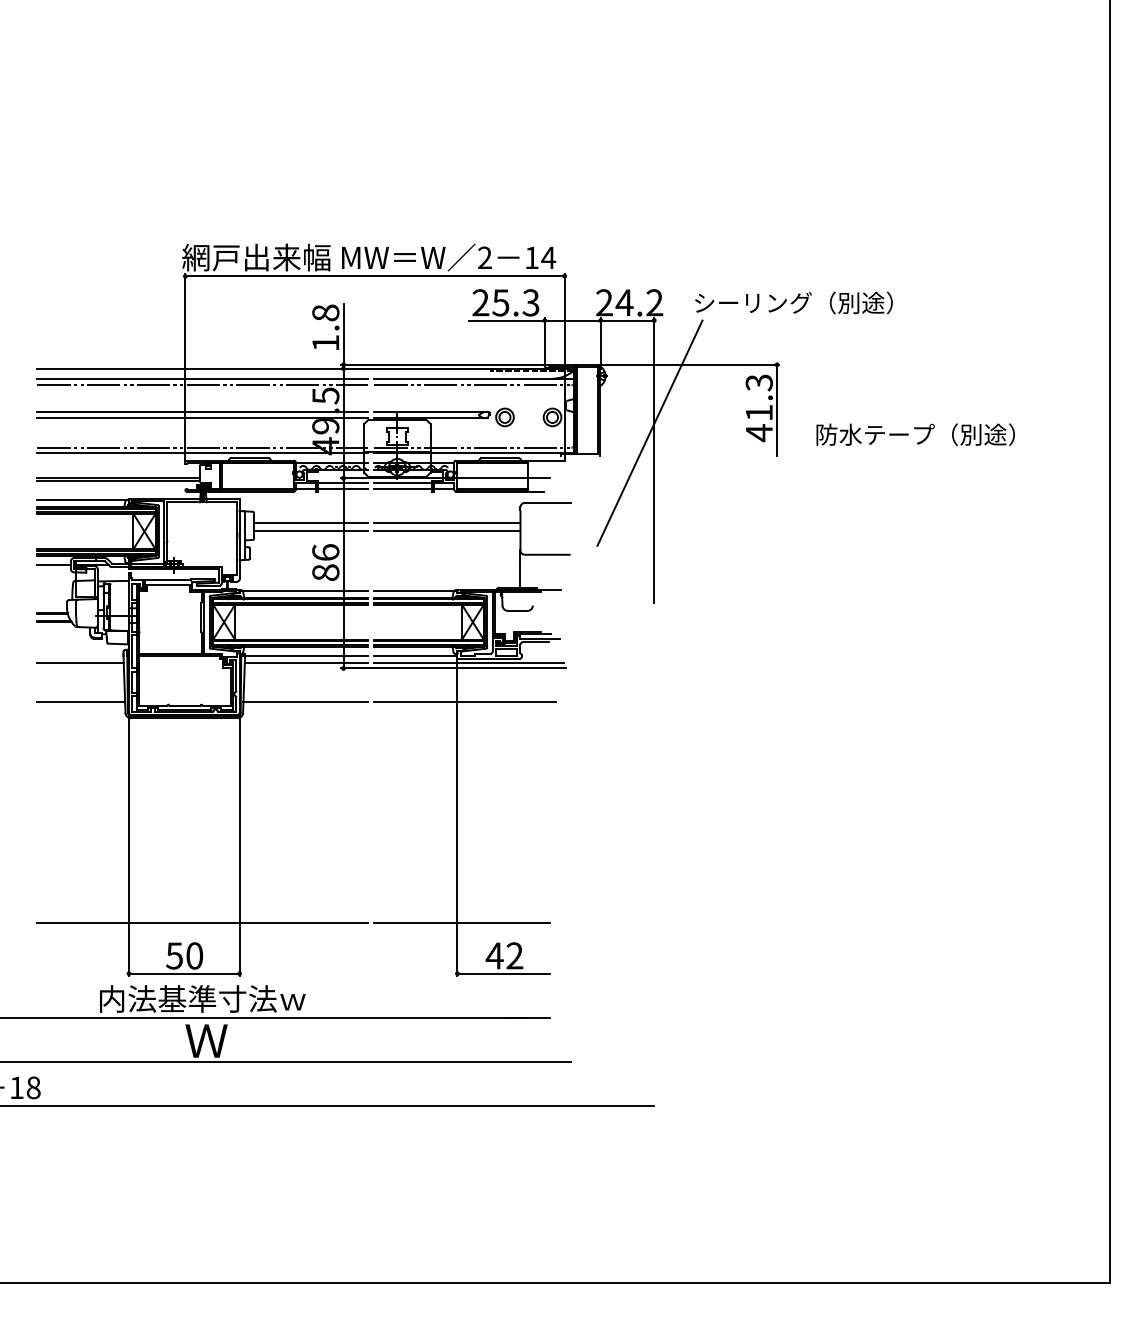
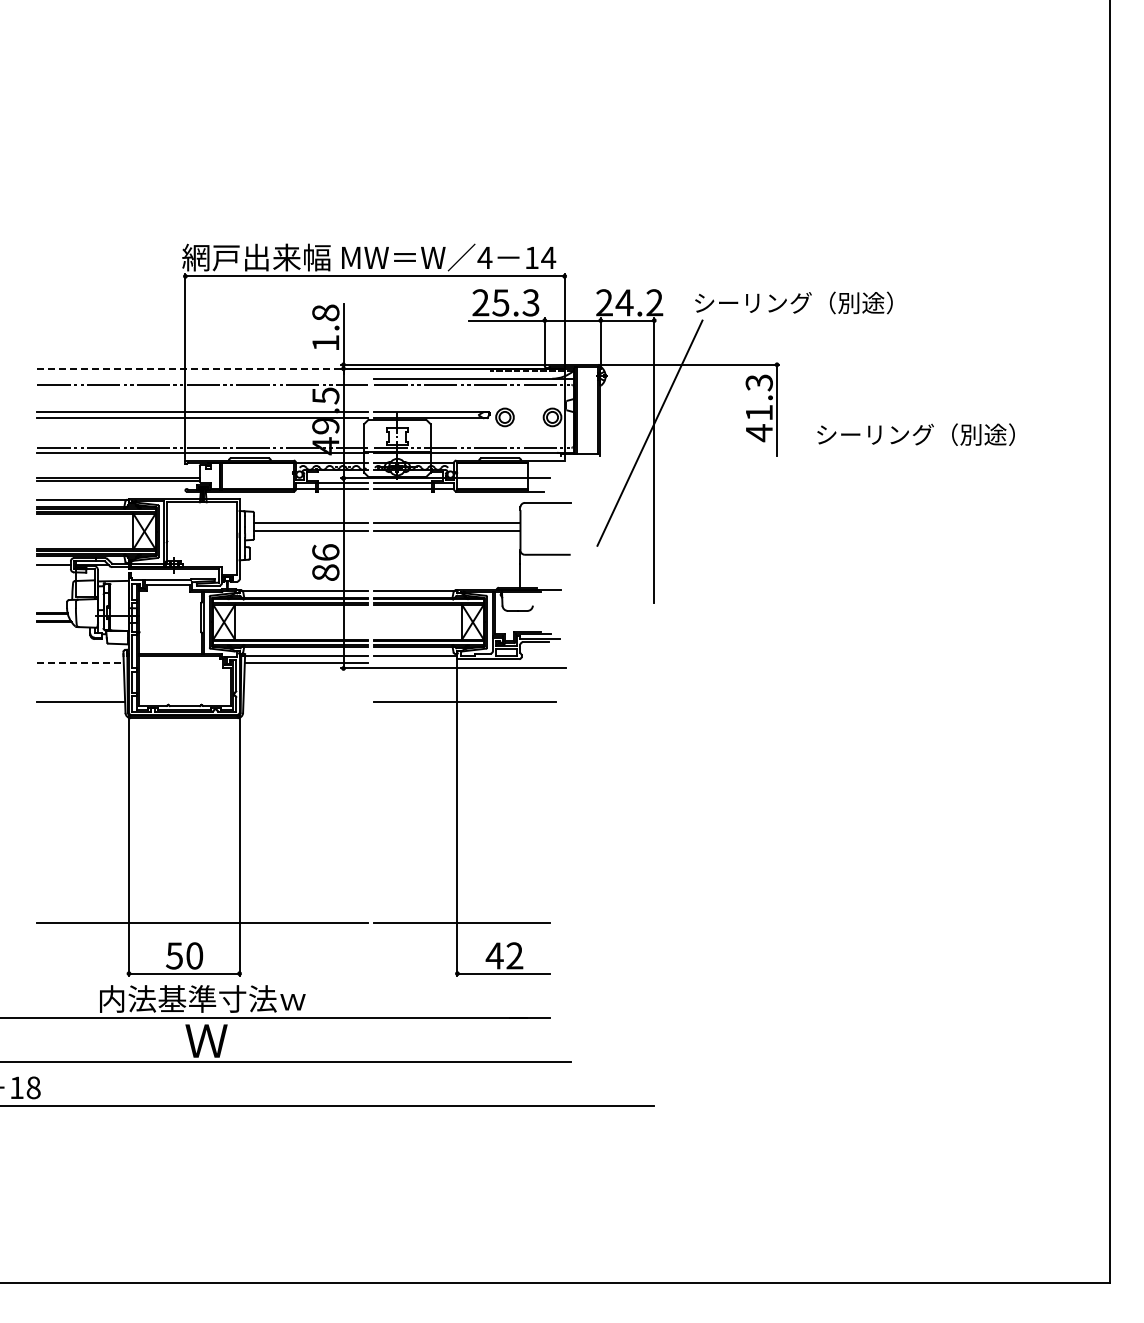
text at (484, 257): 2 -> 4
line at (203, 368): solid -> dashed
line at (202, 378): present -> none
text at (875, 434): 防水テープ（別途） -> シーリング（別途）
line at (81, 662): solid -> dashed
line at (469, 662): present -> none
line at (305, 701): present -> none
